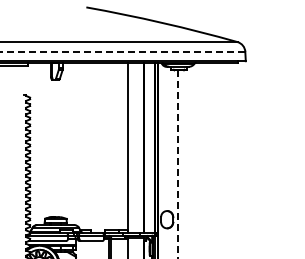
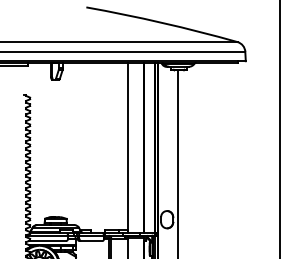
line at (122, 51): dashed -> solid
line at (279, 128): none -> present
line at (177, 164): dashed -> solid
